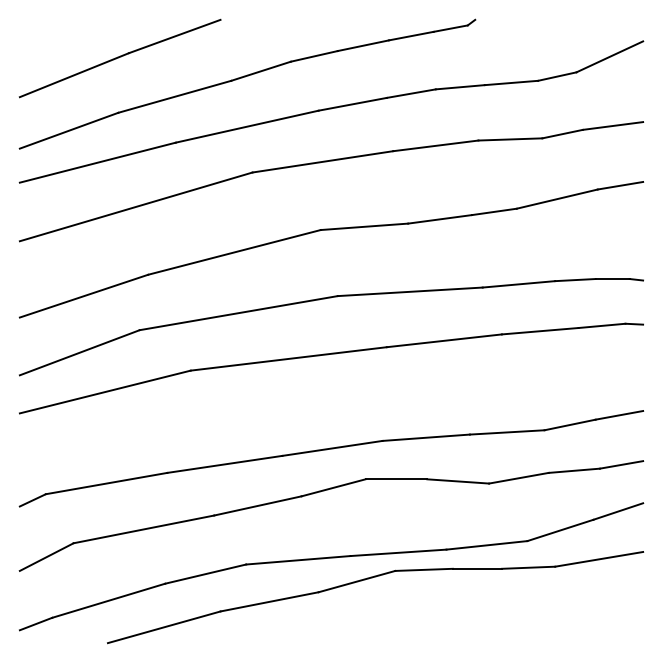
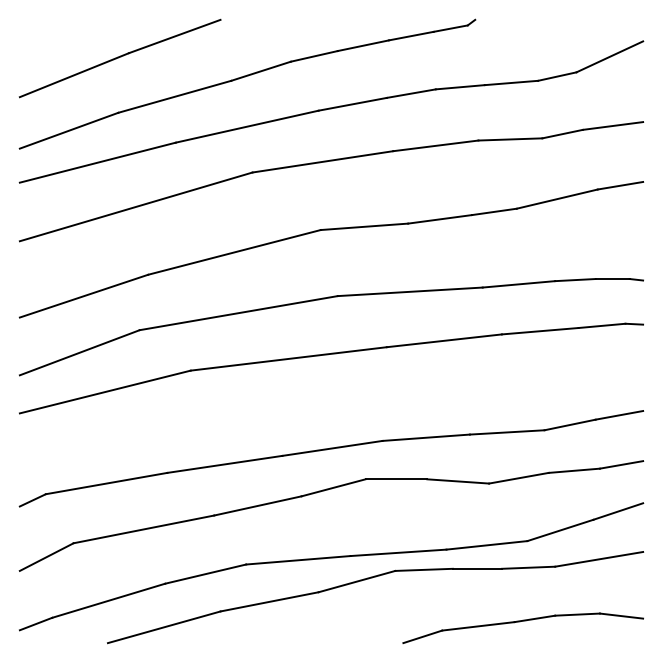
part at (522, 627): none -> present
